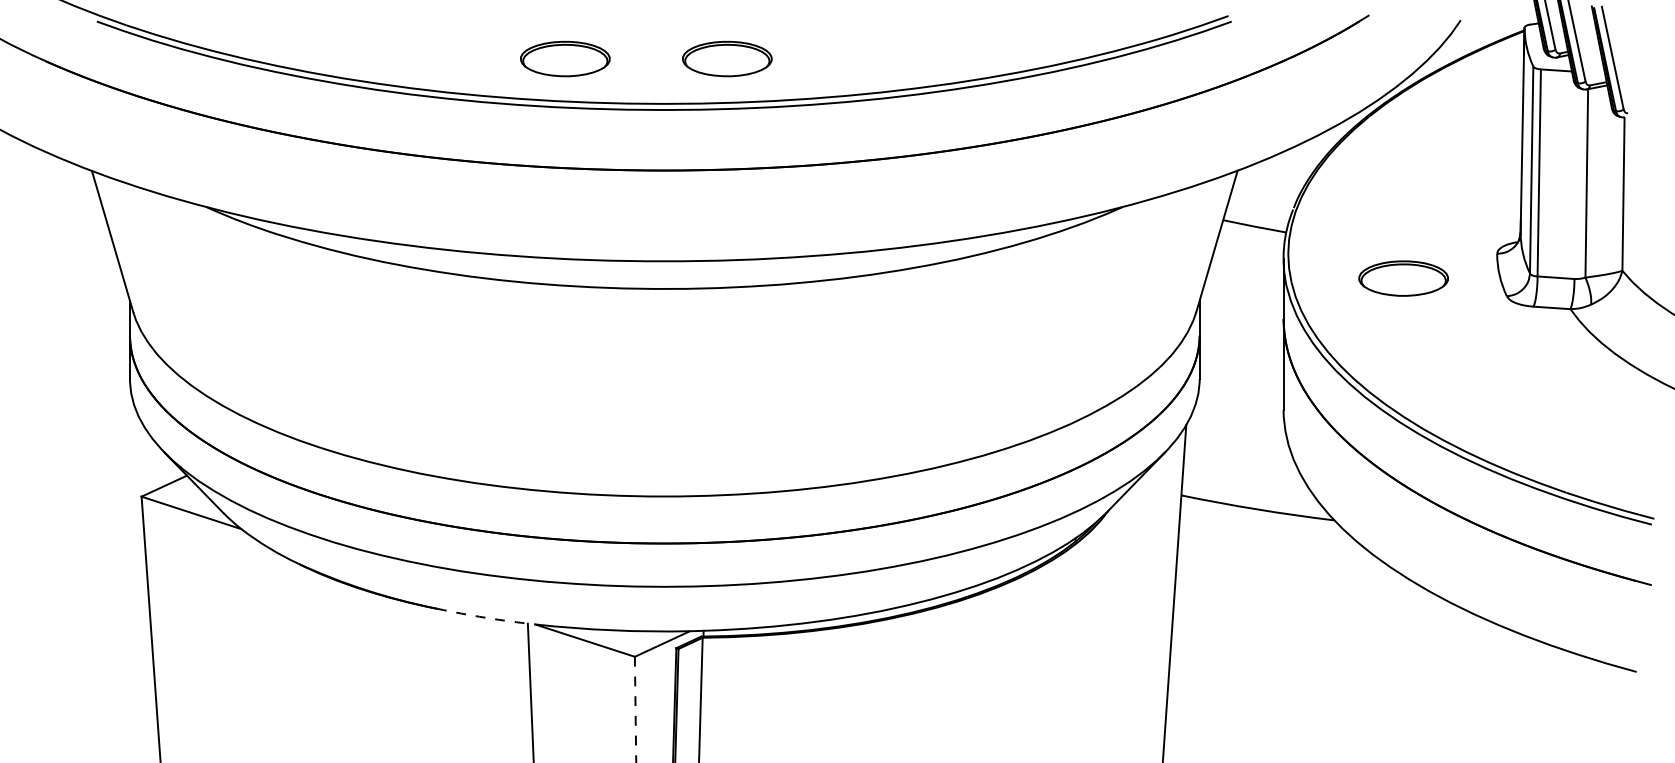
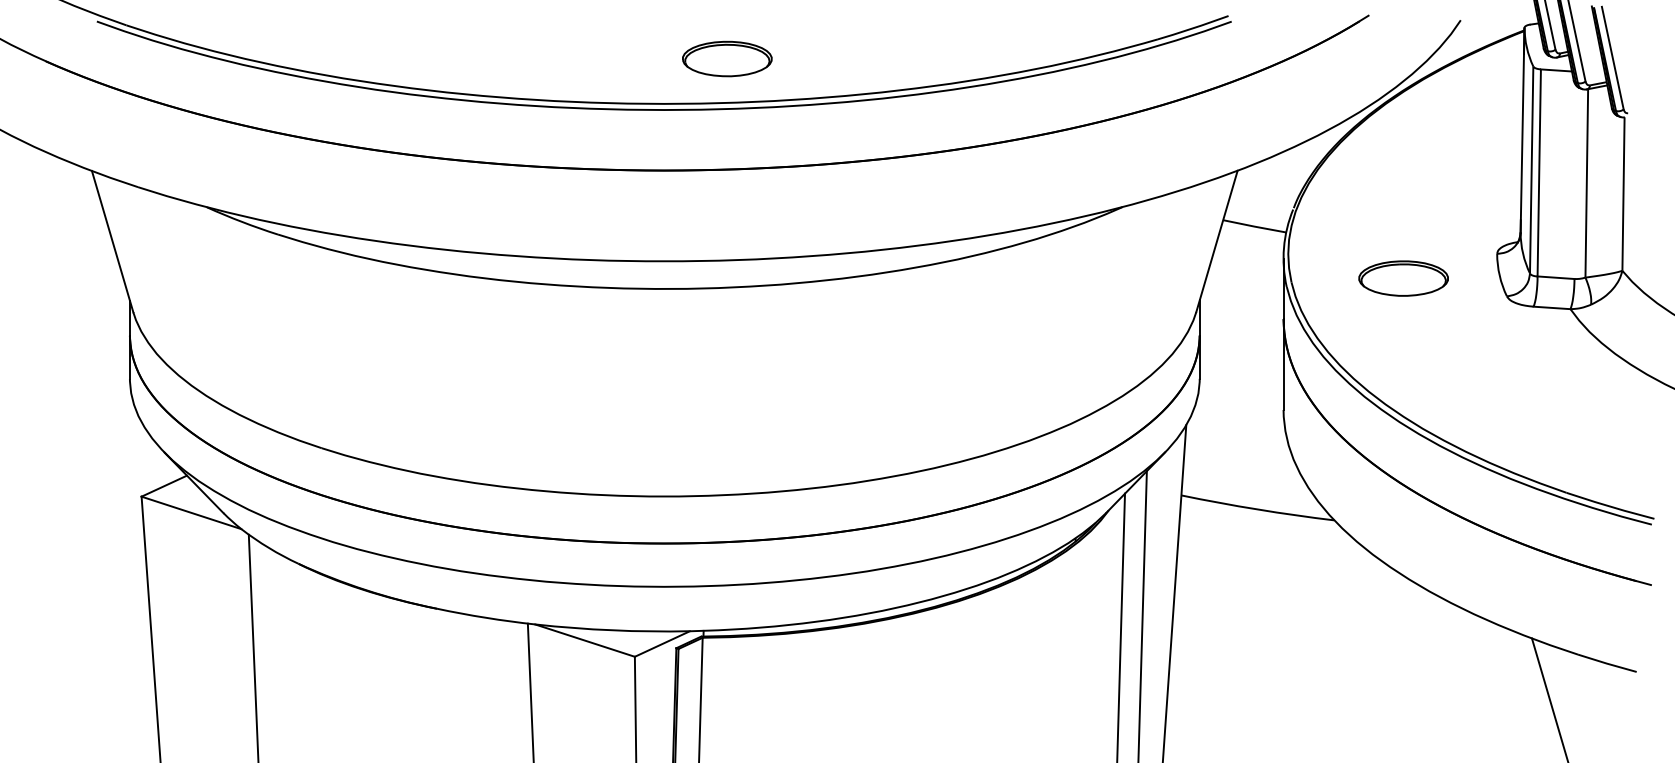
part at (565, 58): present -> none
line at (1142, 615): none -> present
arc at (485, 617): dashed -> solid
line at (1121, 626): none -> present
line at (253, 646): none -> present
line at (1549, 698): none -> present
line at (635, 709): dashed -> solid
